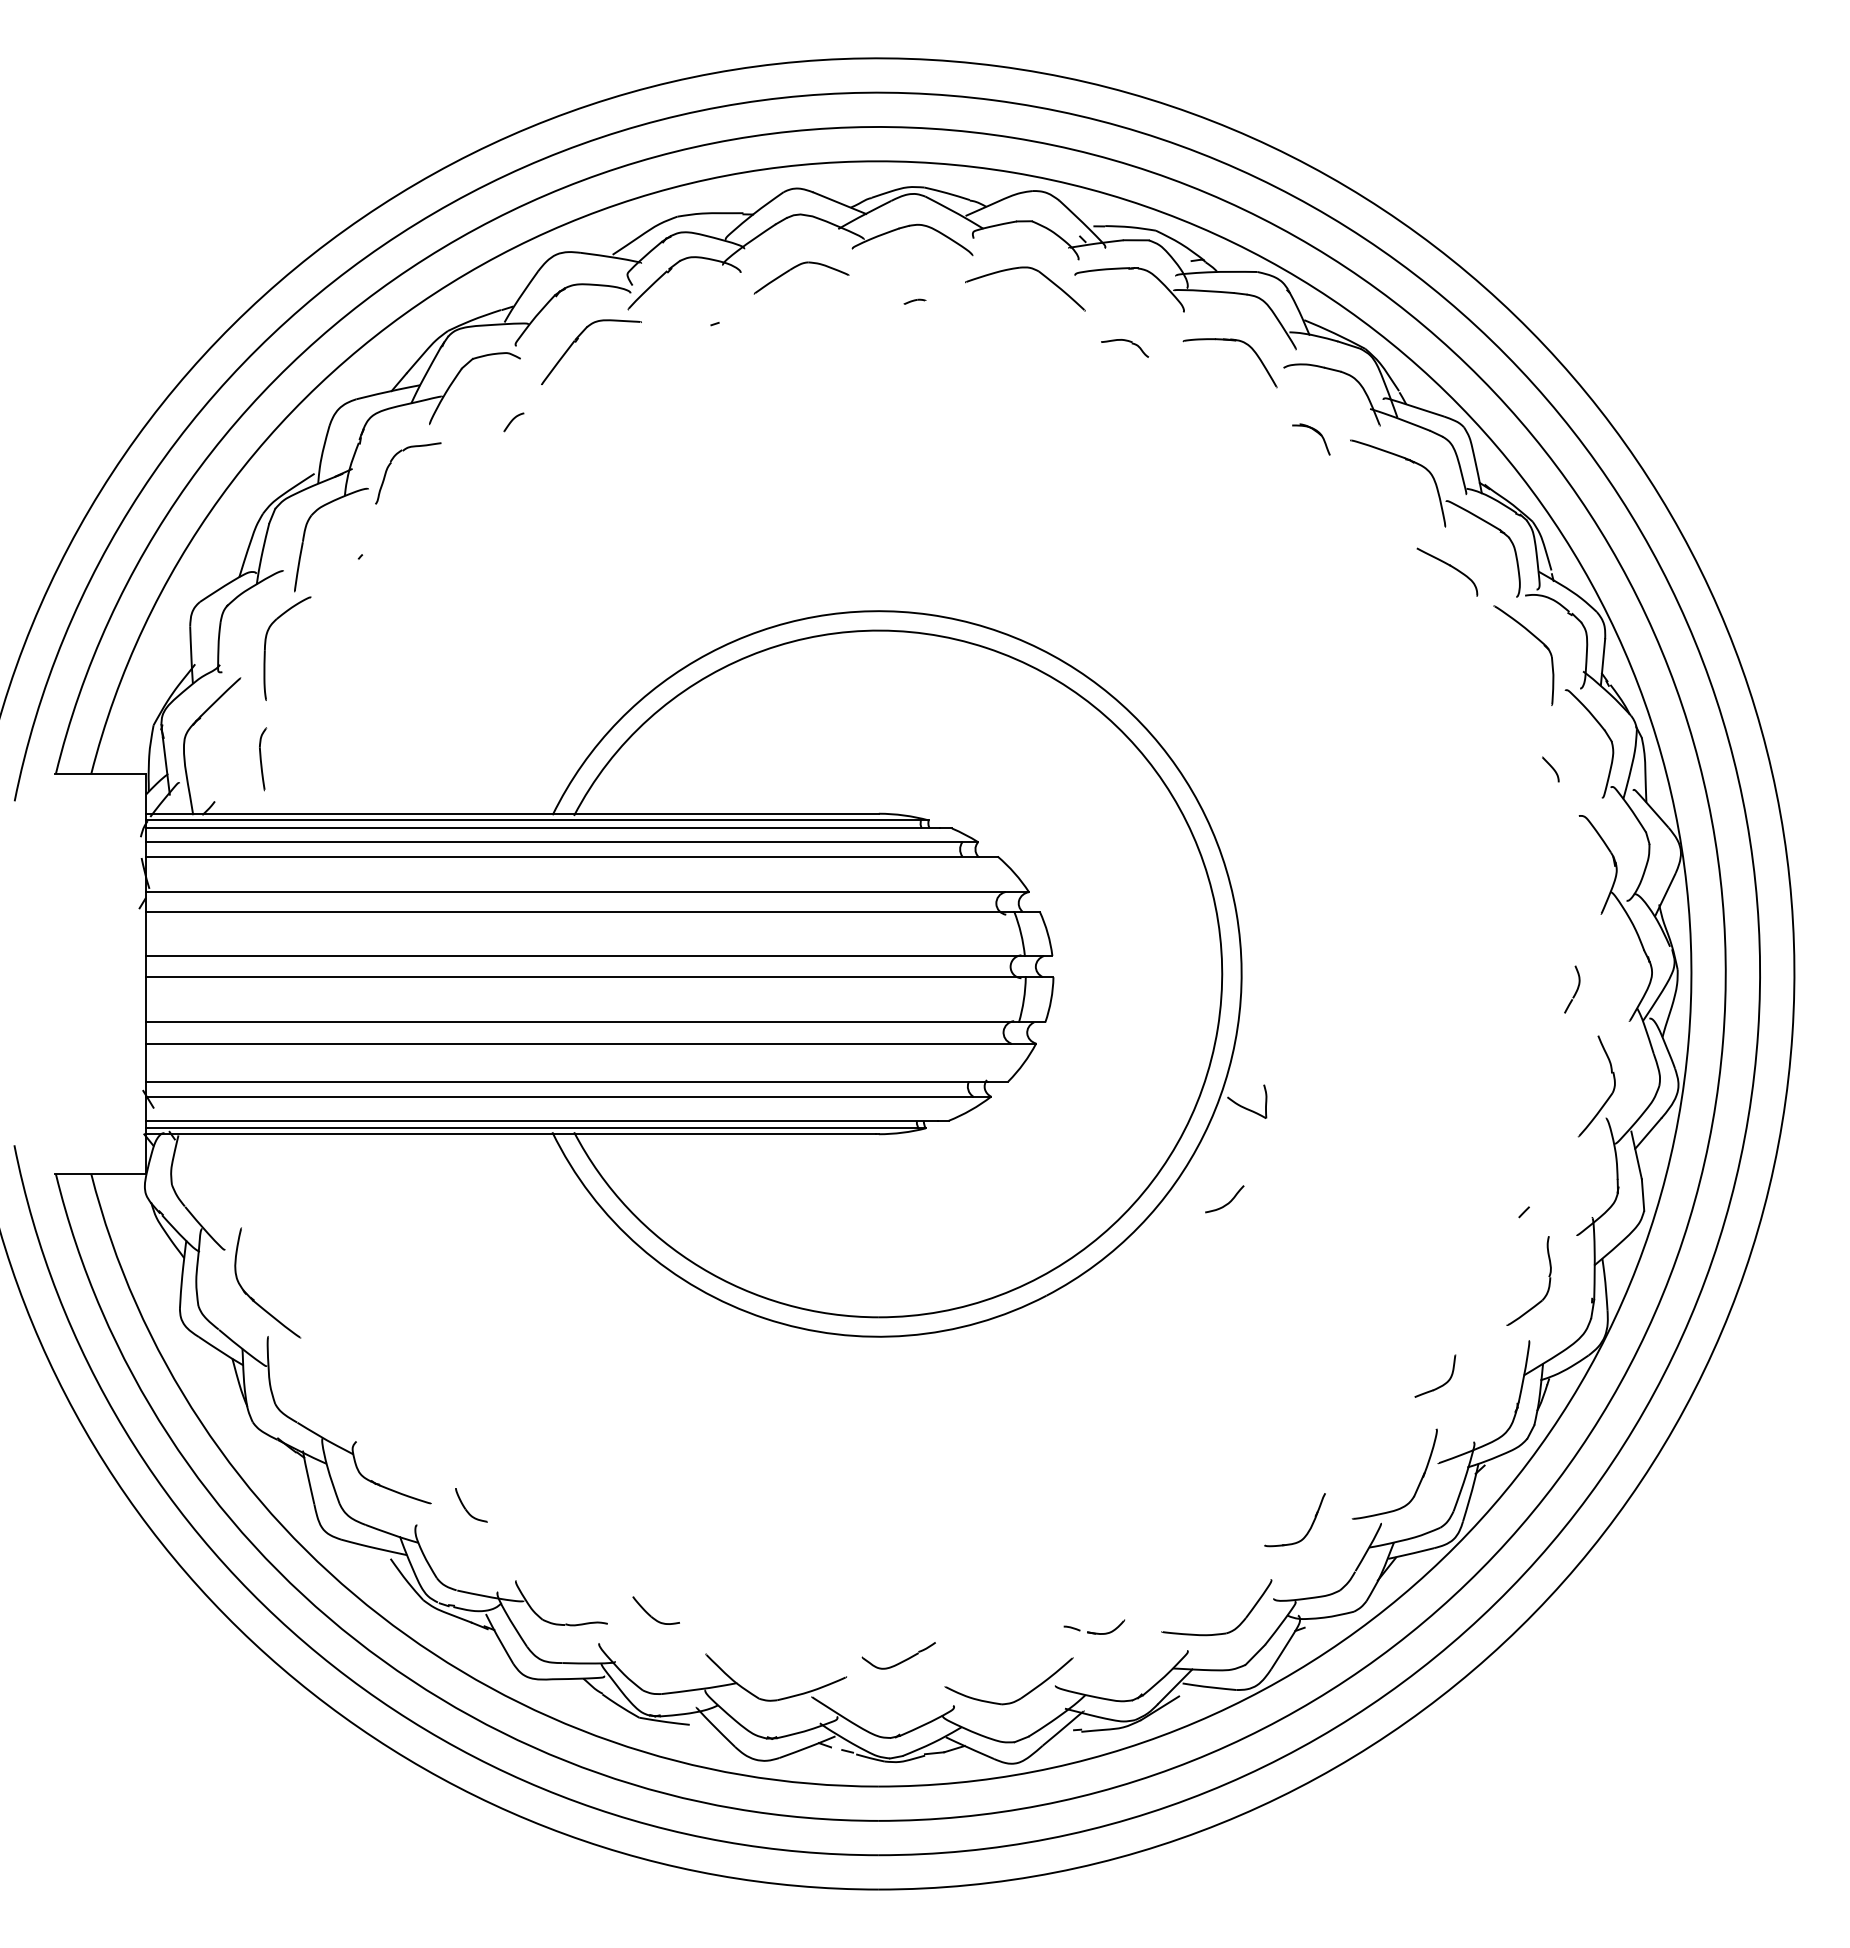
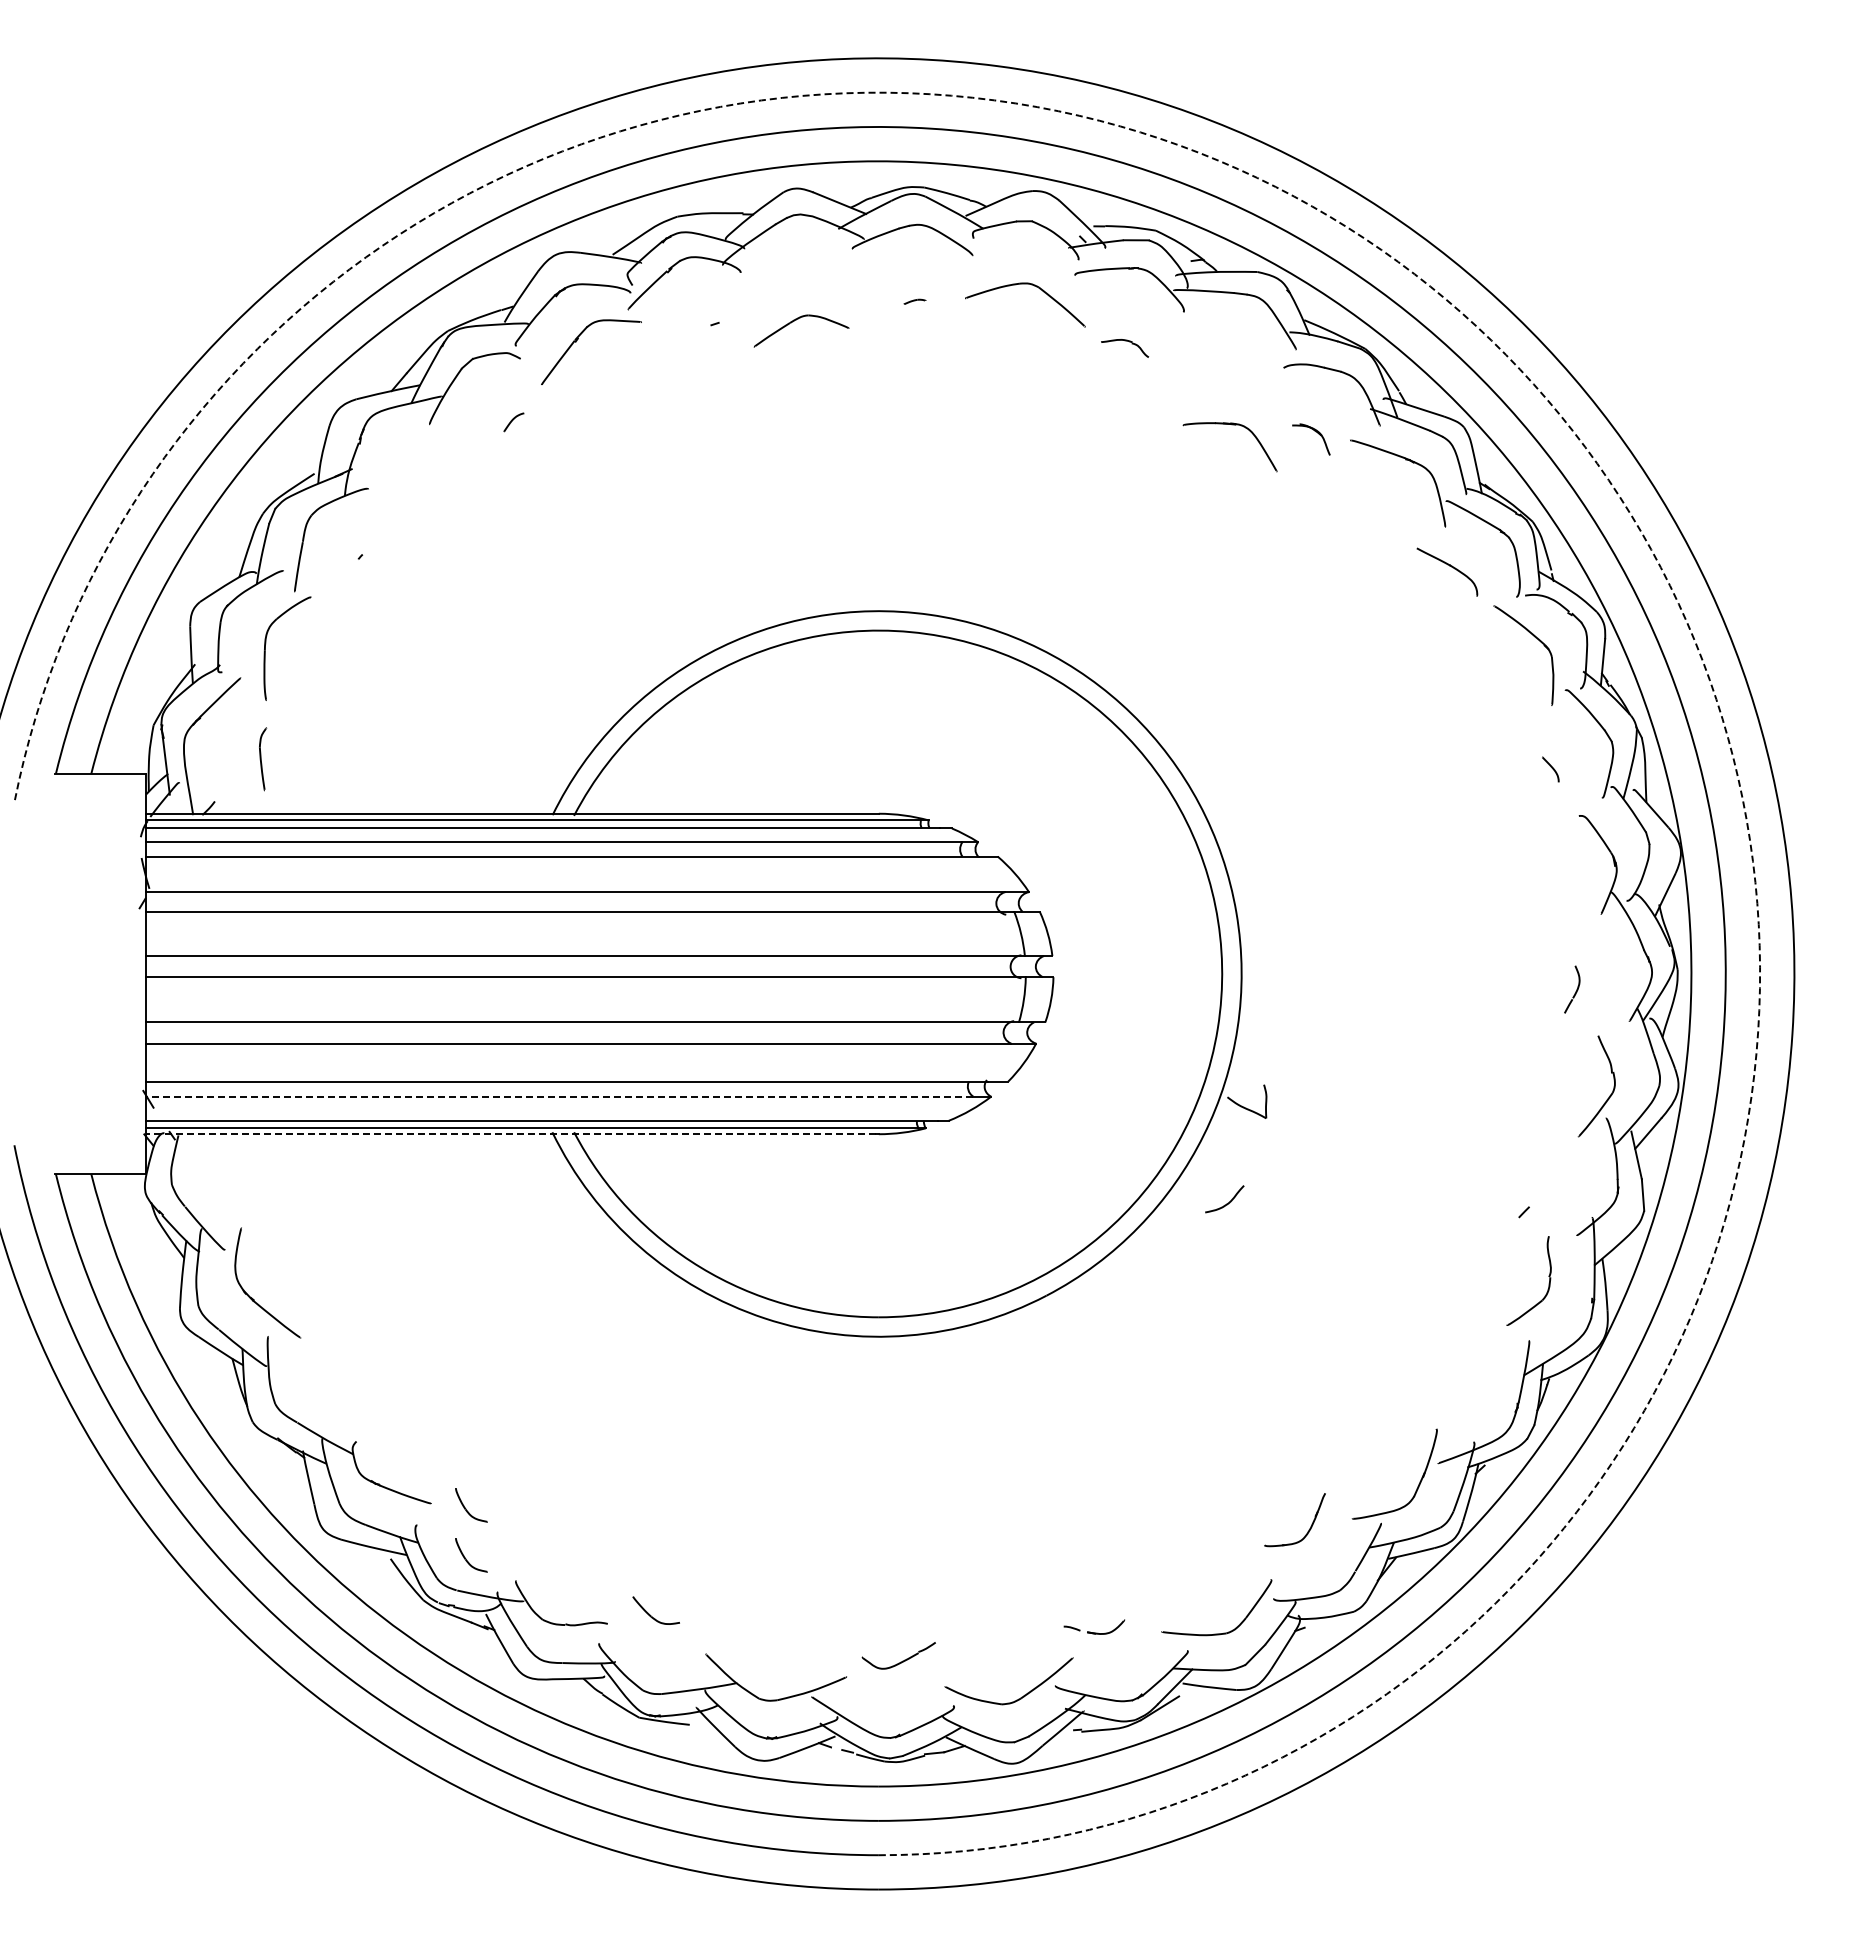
part at (796, 267) position: (796, 267) -> (796, 320)
part at (1031, 269) position: (1031, 269) -> (1031, 285)
part at (1231, 341) position: (1231, 341) -> (1231, 425)
arc at (1560, 415): solid -> dashed
part at (390, 465): present -> none
line at (559, 1096): solid -> dashed
line at (511, 1134): solid -> dashed
part at (1440, 1385): present -> none
part at (471, 1555): none -> present
